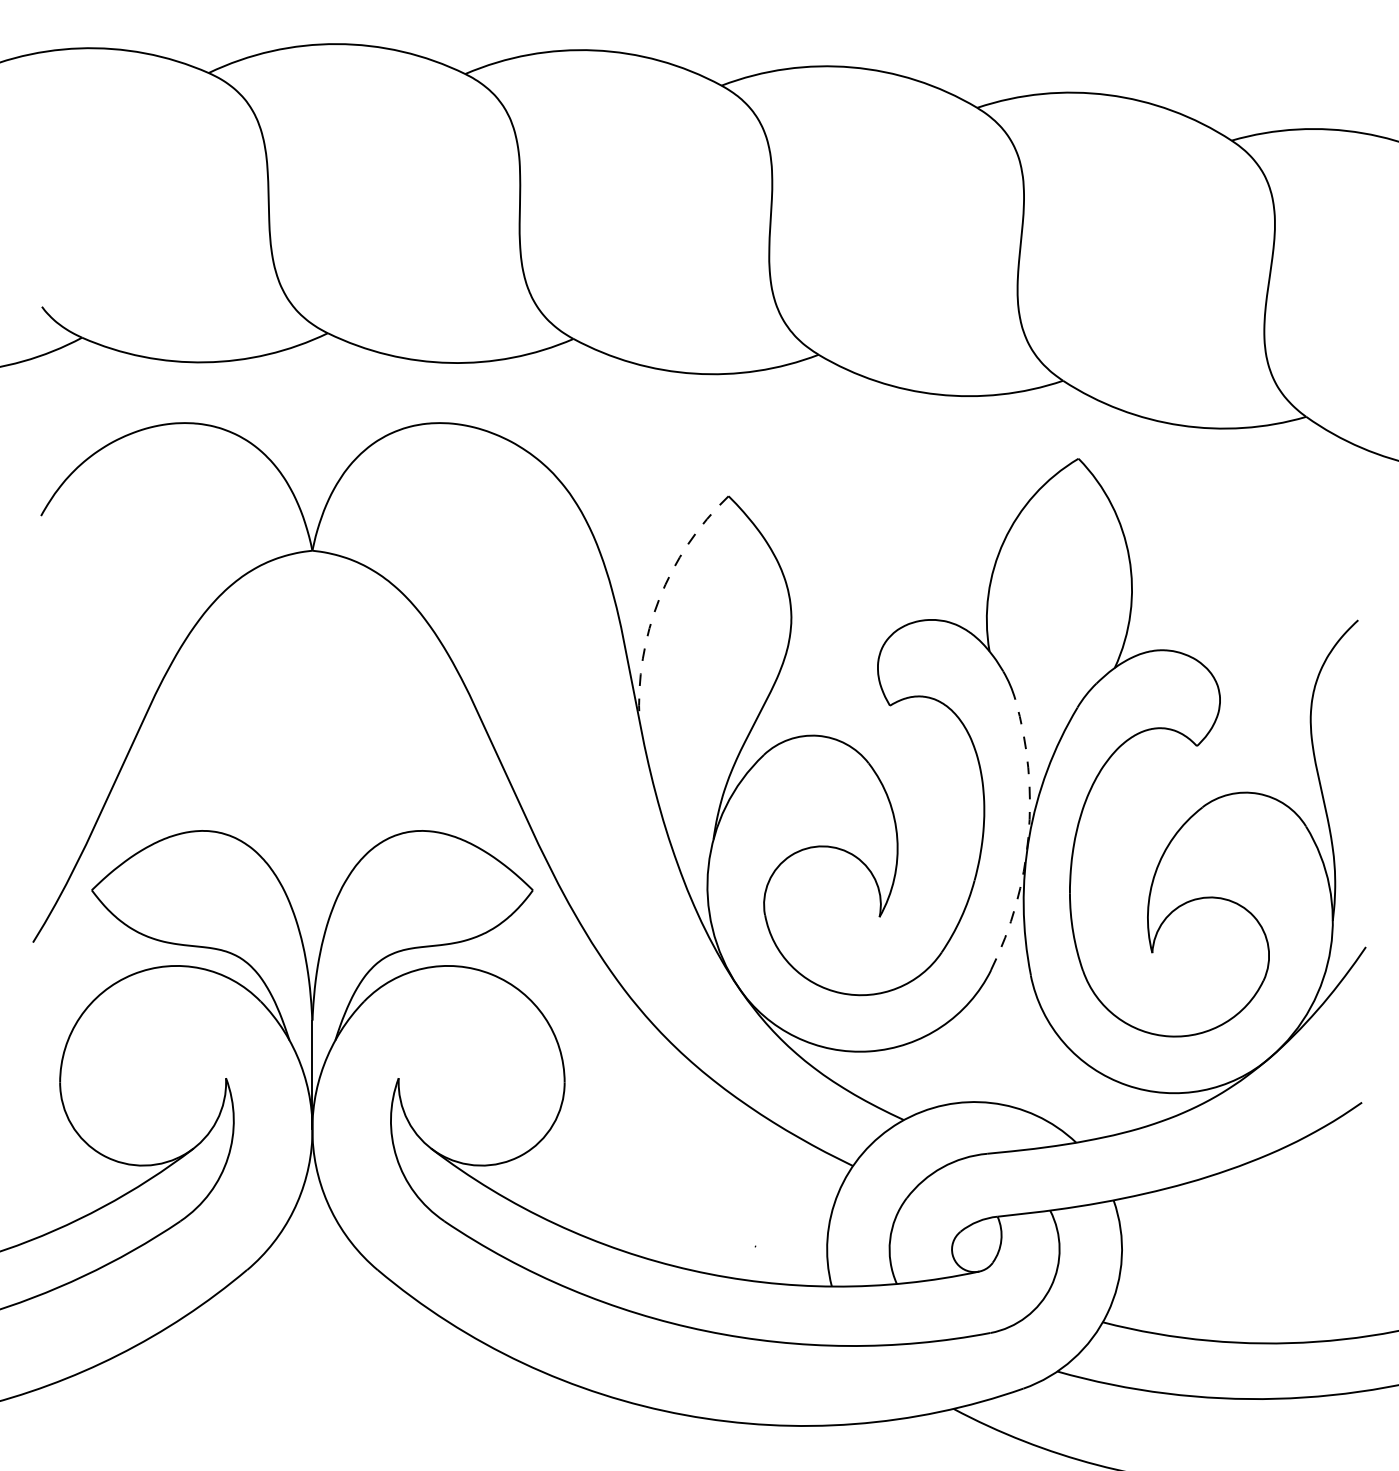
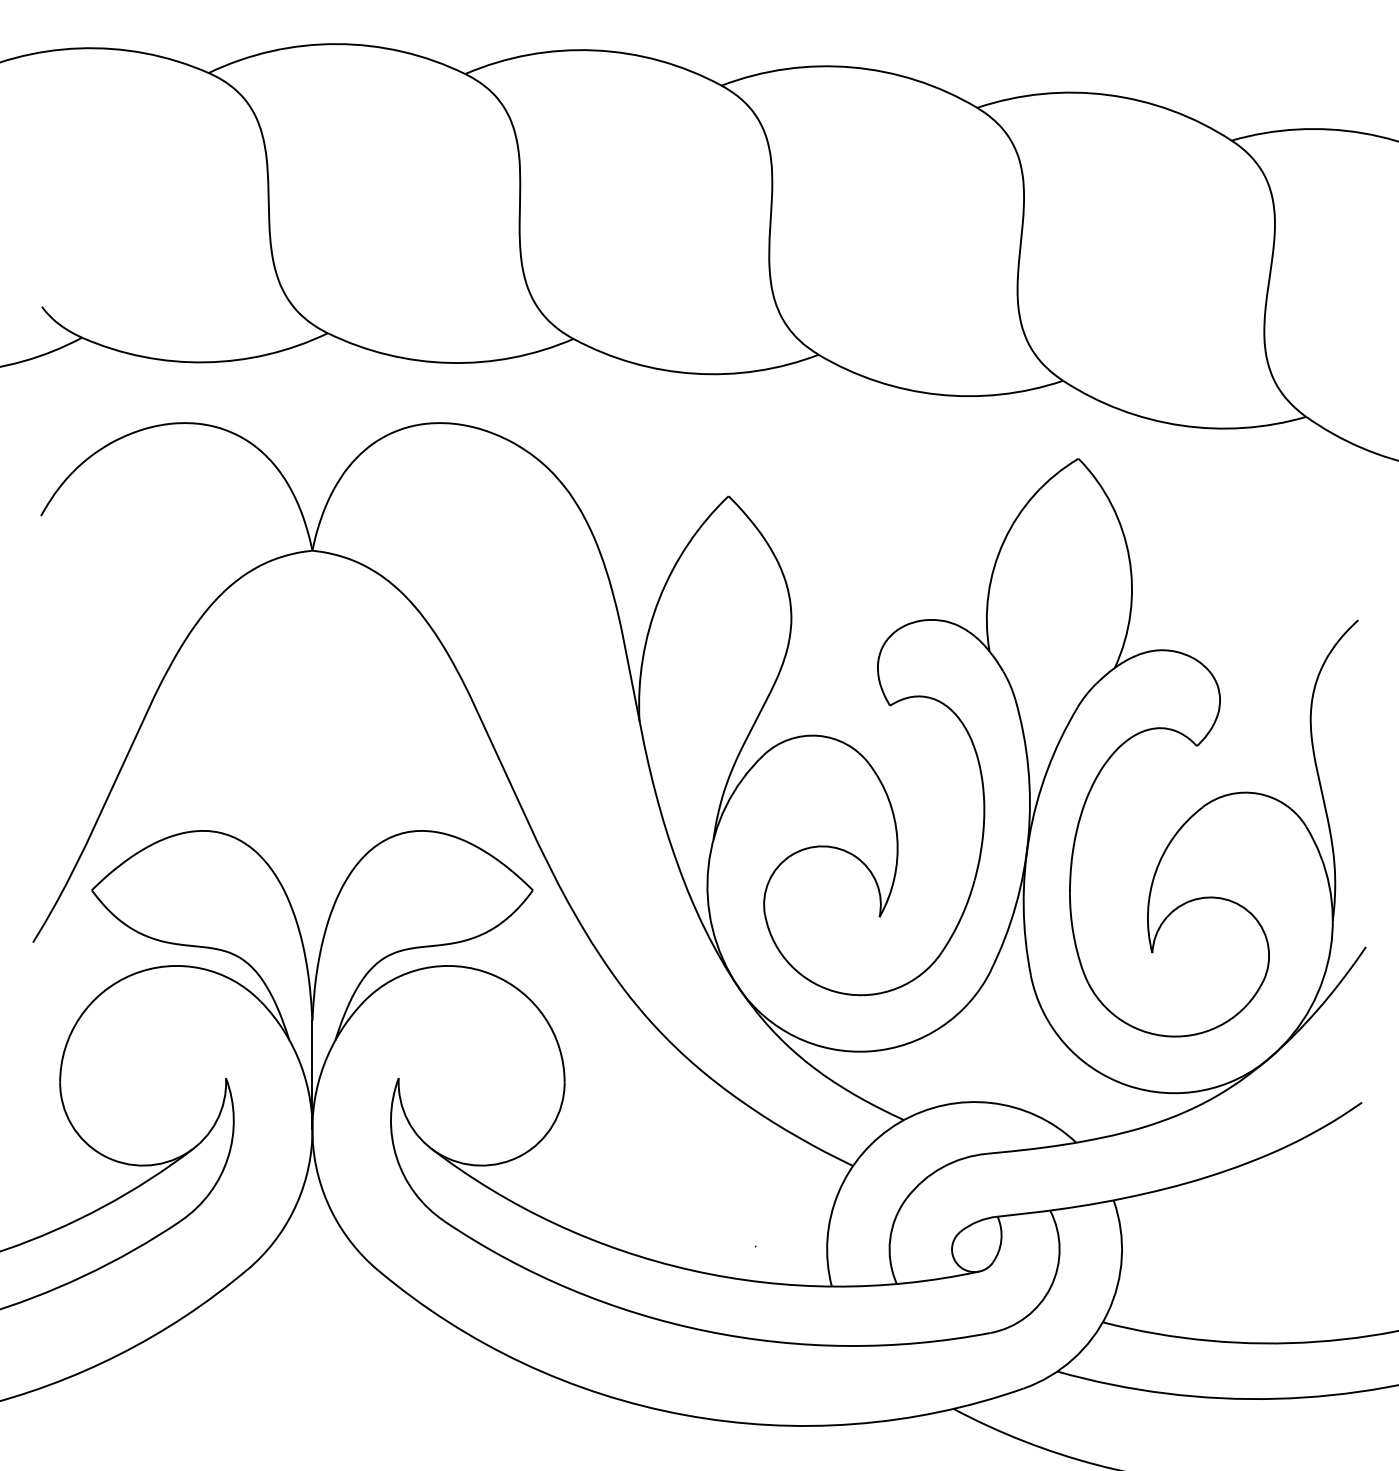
arc at (659, 599): dashed -> solid
arc at (1028, 836): dashed -> solid
